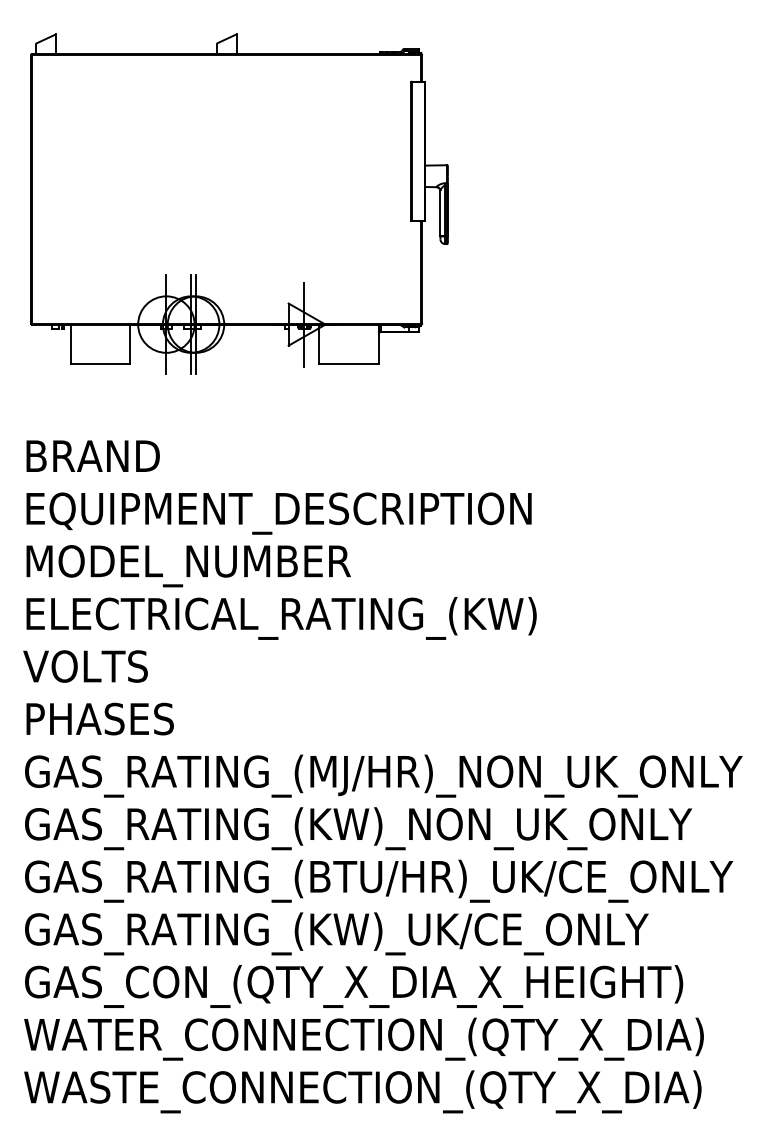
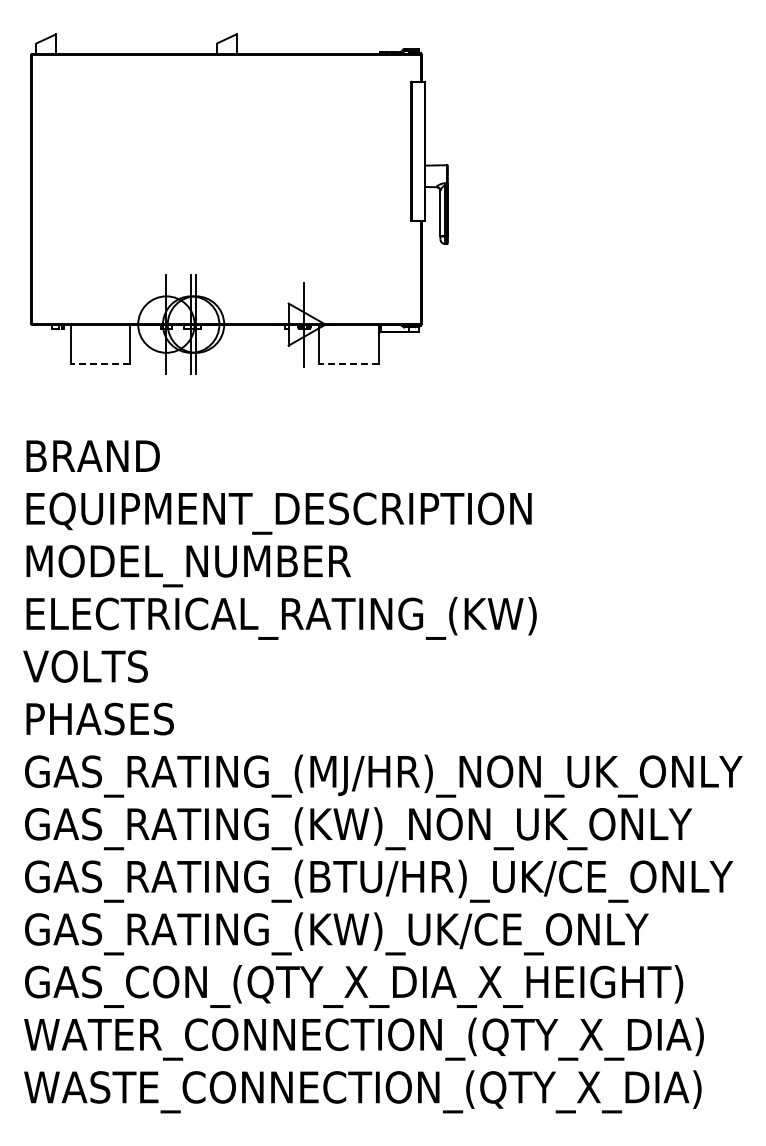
line at (100, 364): solid -> dashed
line at (348, 364): solid -> dashed
